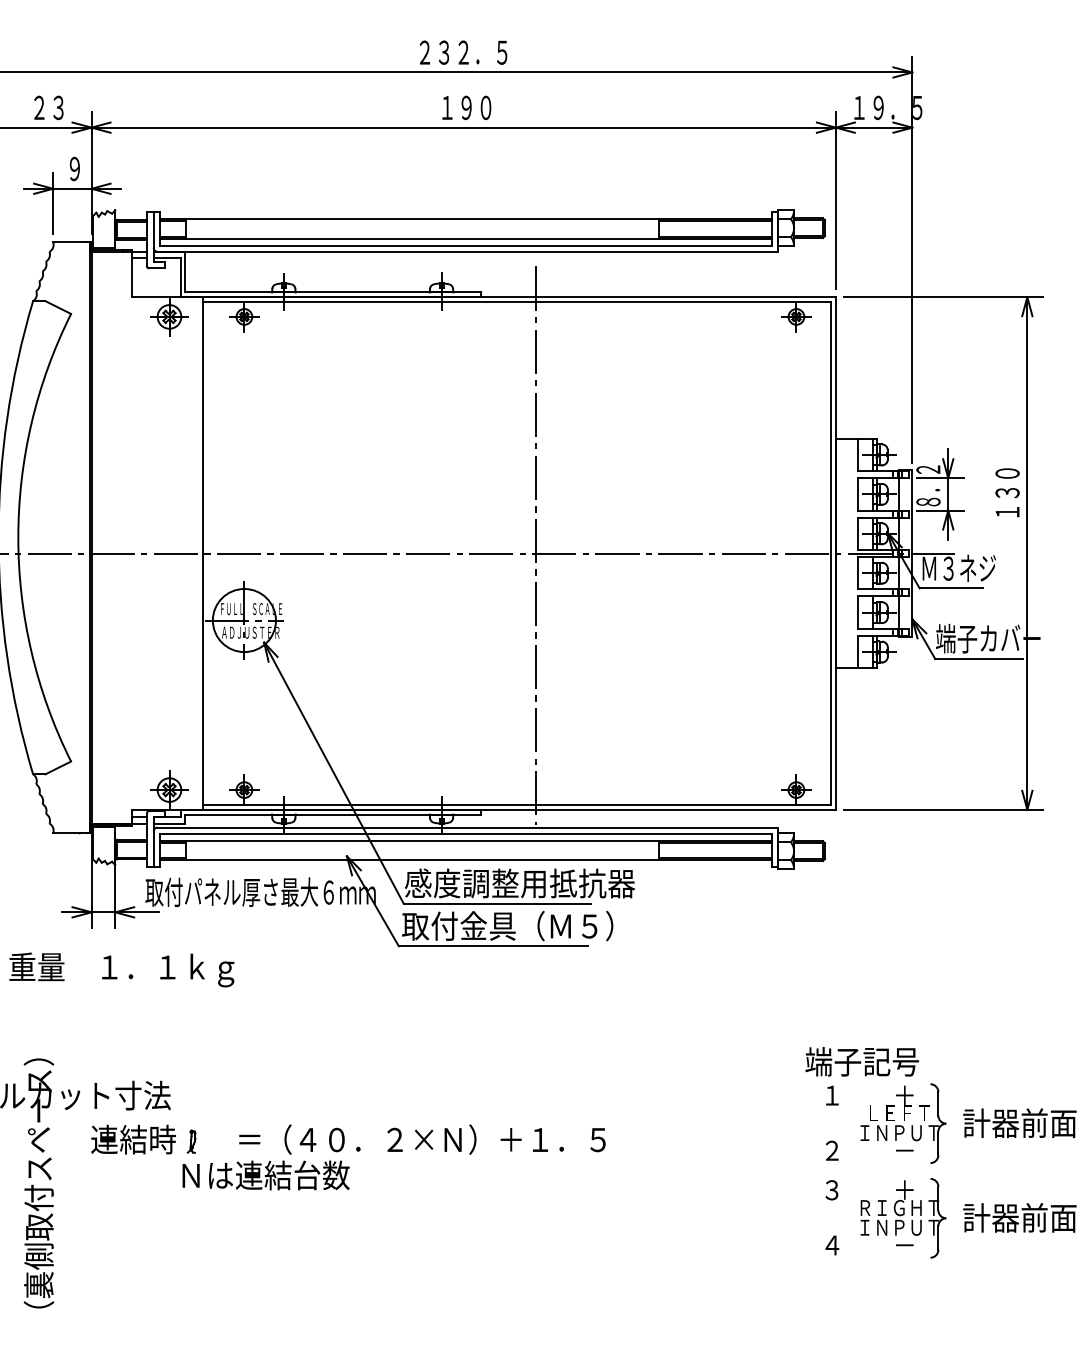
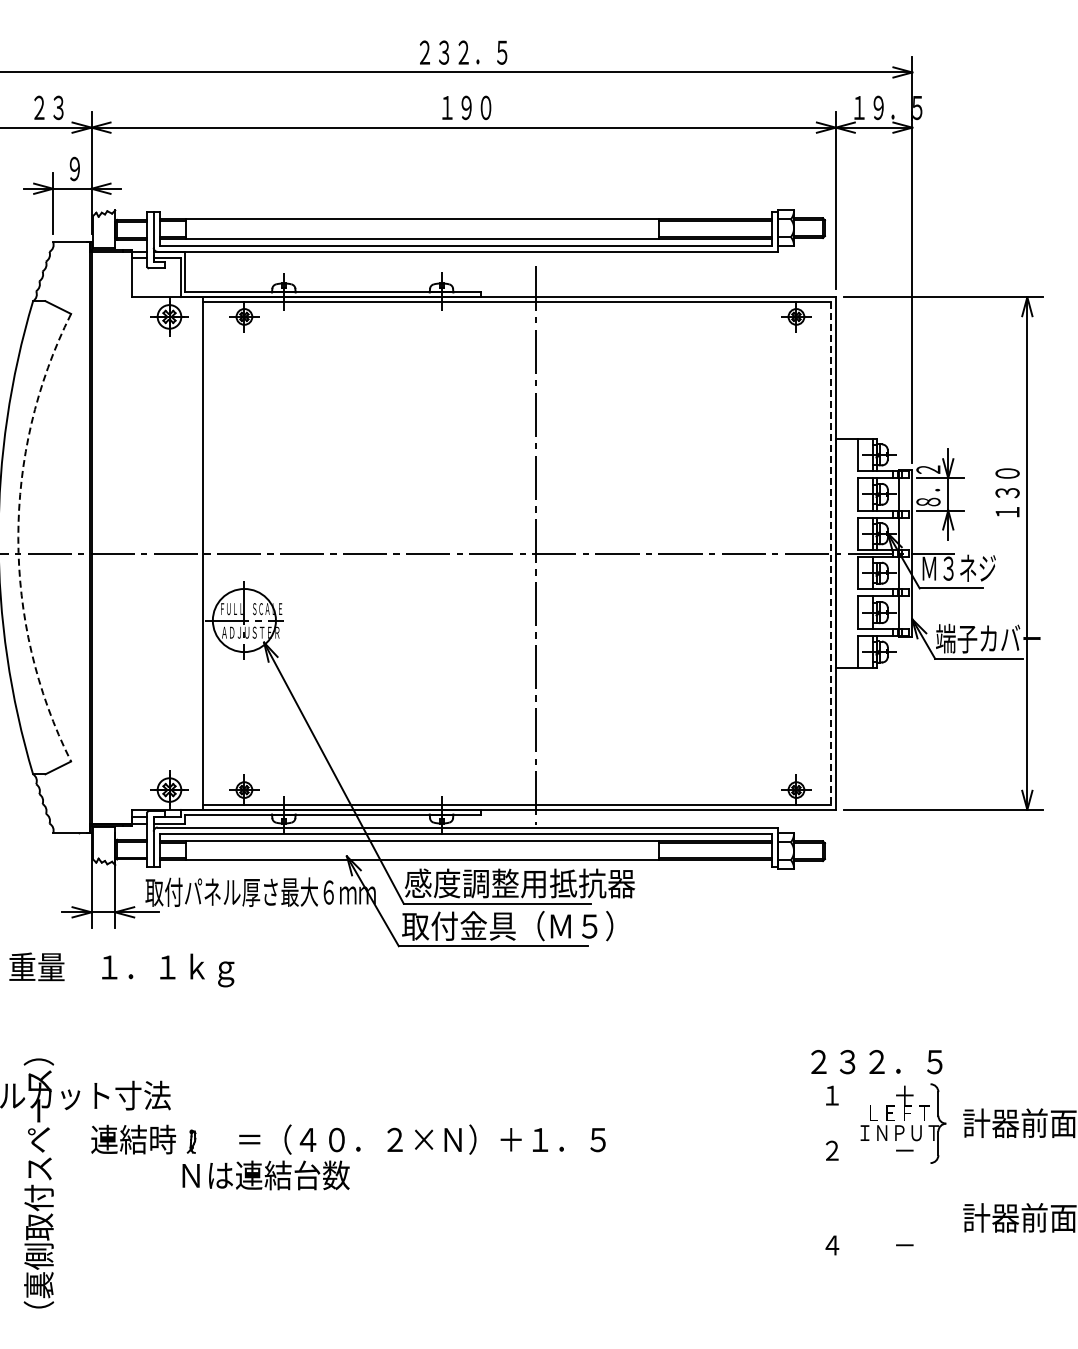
arc at (18, 537): solid -> dashed
line at (830, 554): solid -> dashed
text at (873, 1061): 端子記号 -> ２３２．５
part at (885, 1218): present -> none
